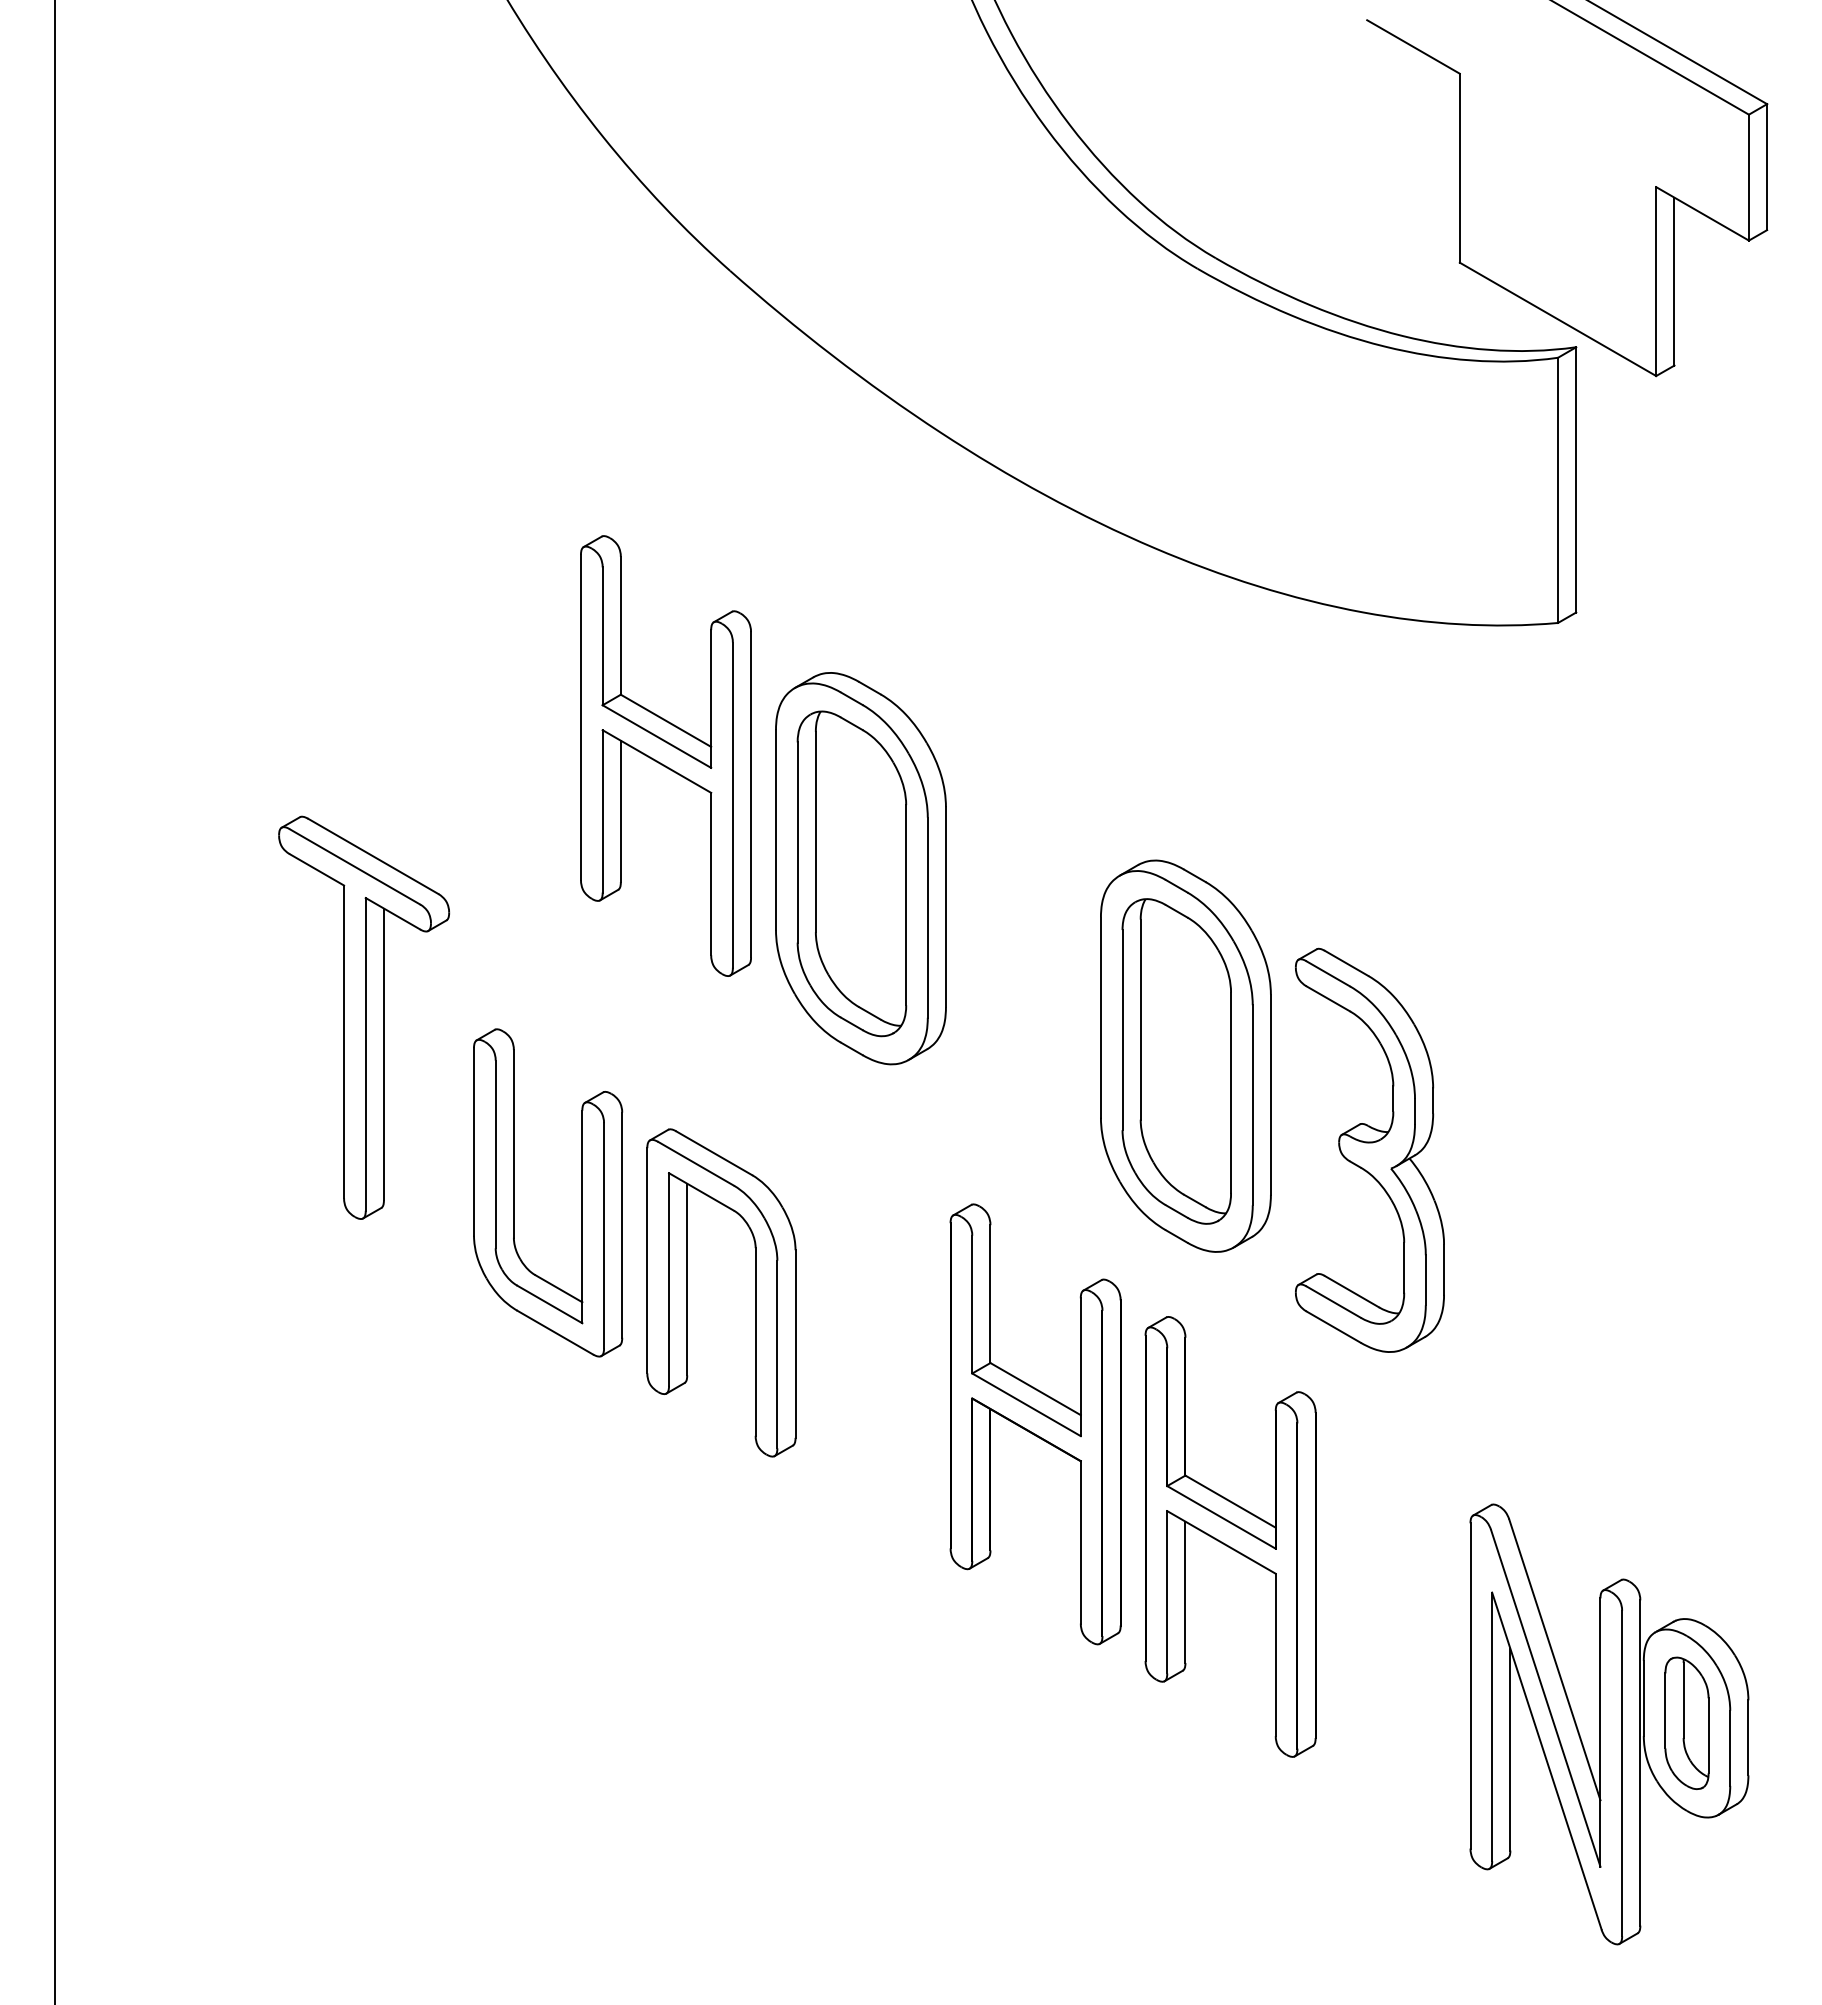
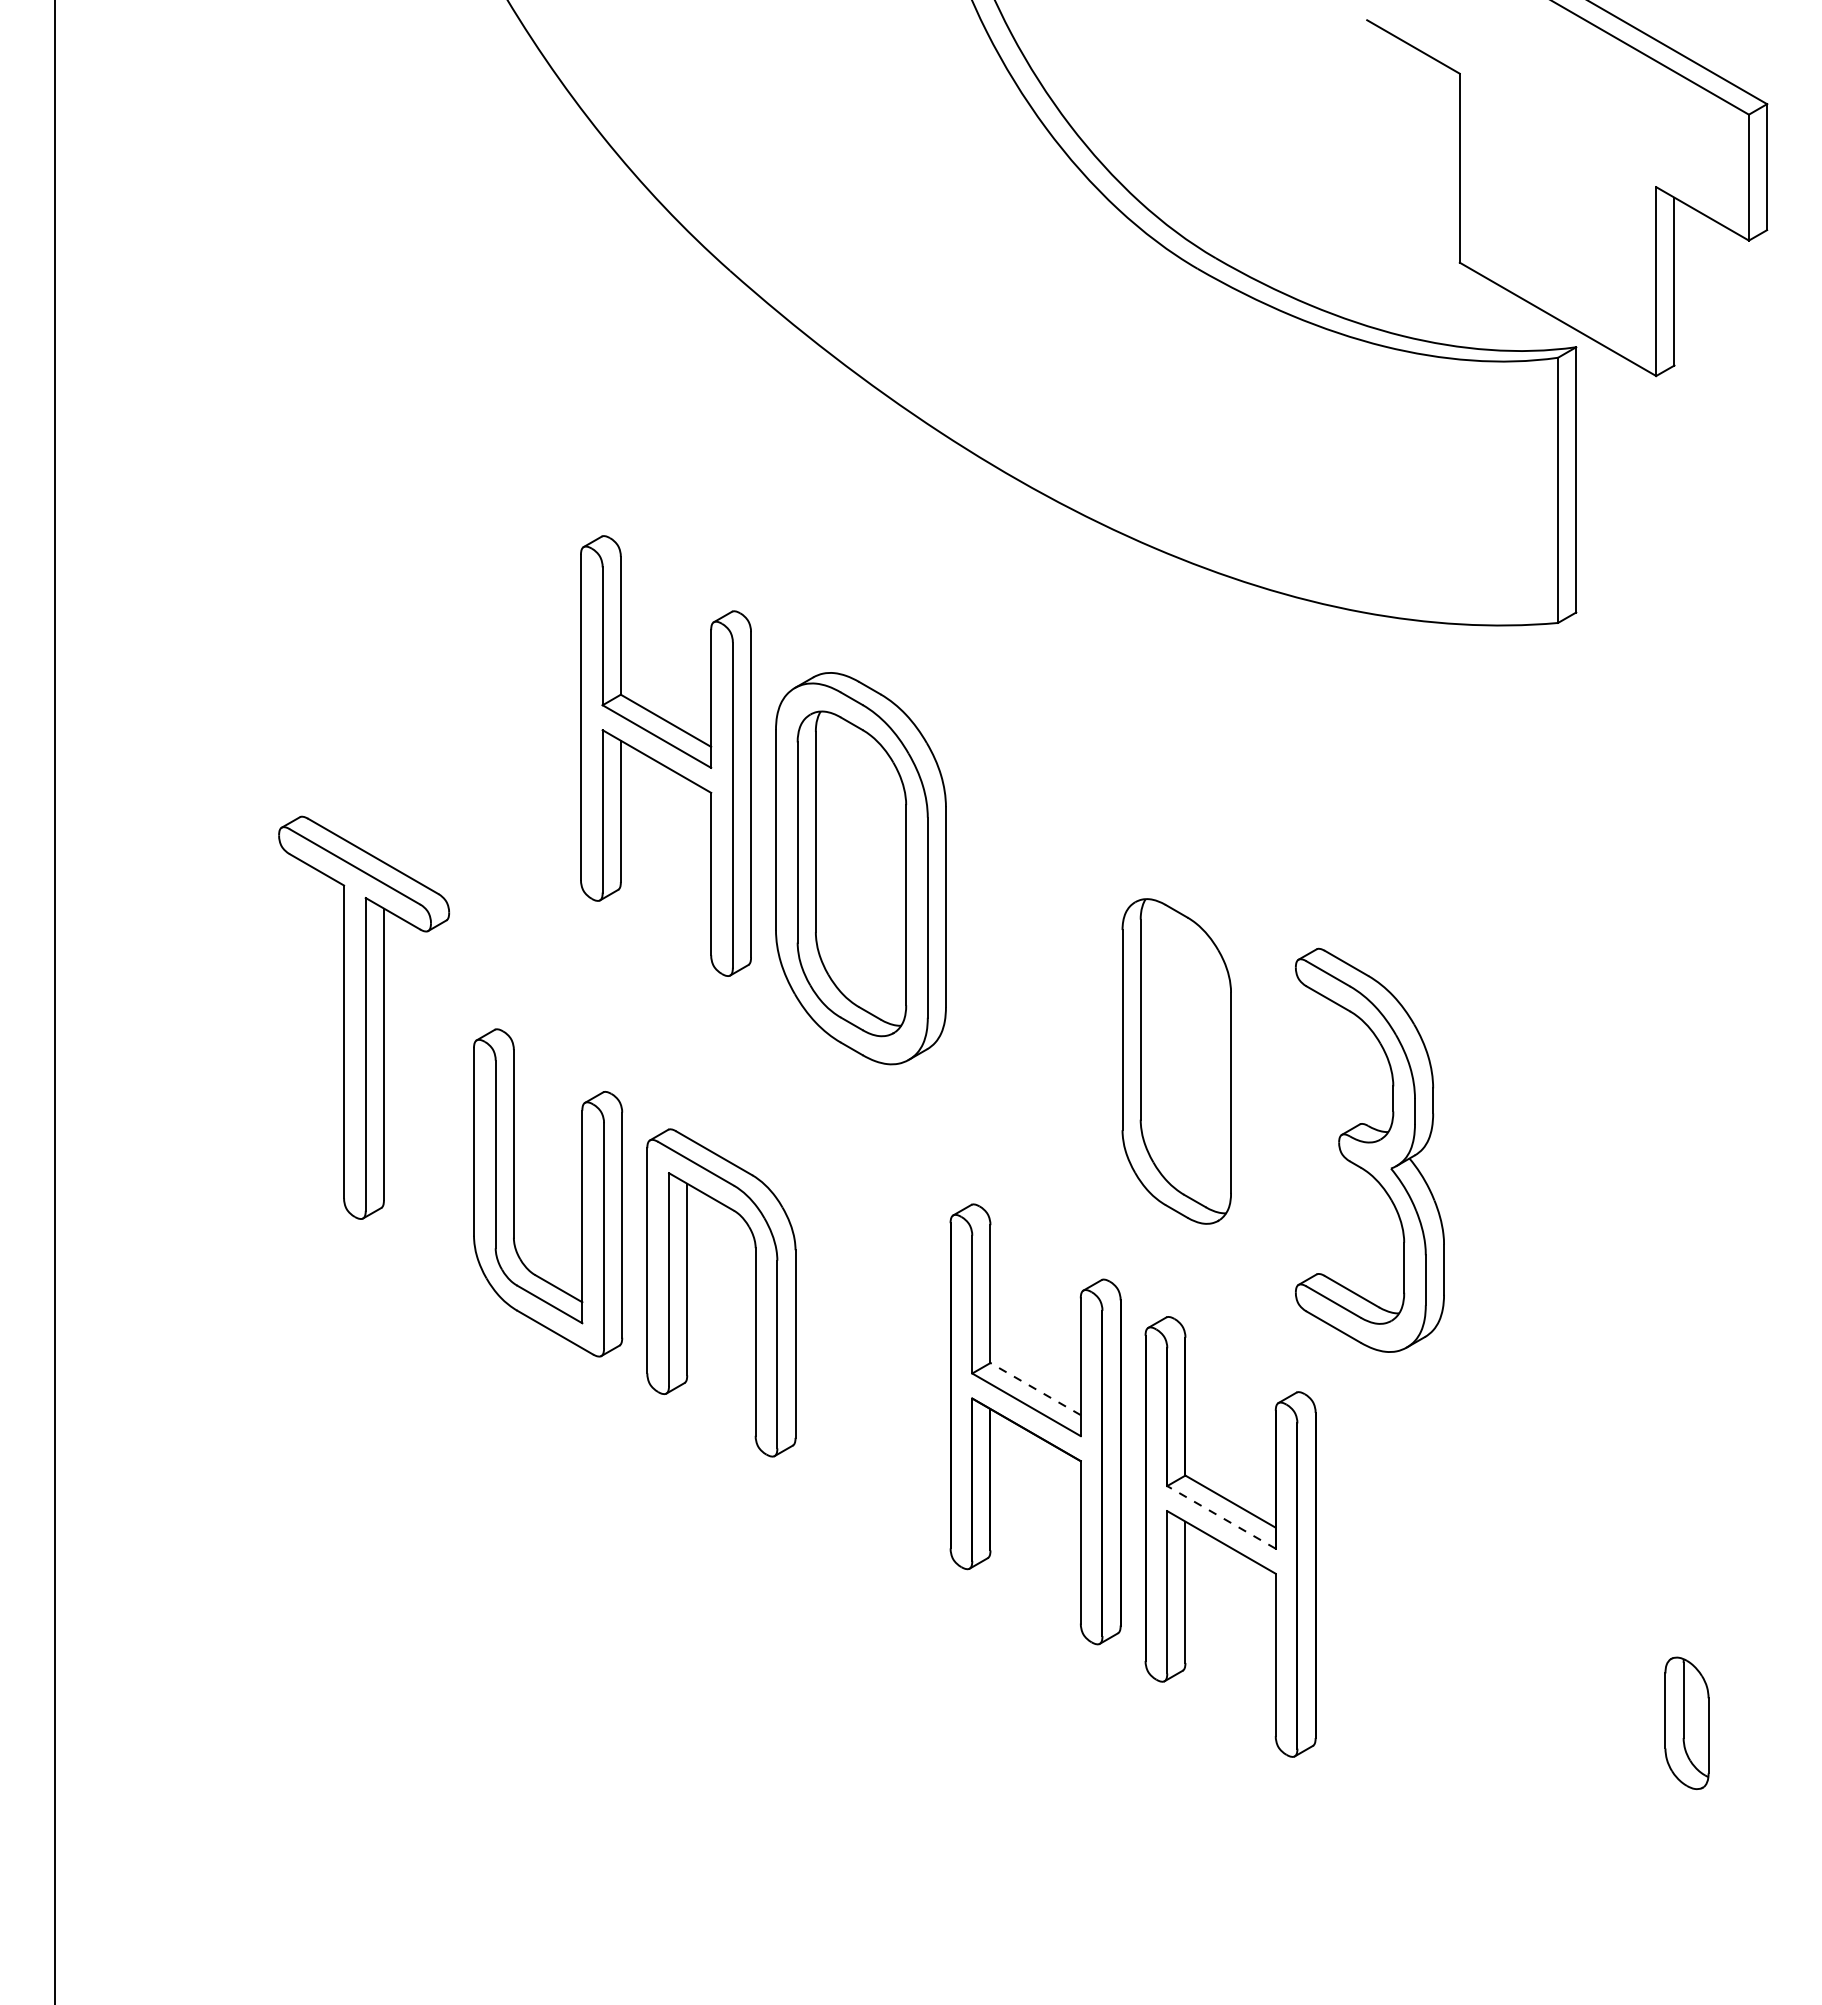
part at (1185, 1055): present -> none
line at (1035, 1388): solid -> dashed
line at (1221, 1517): solid -> dashed
part at (1609, 1724): present -> none
